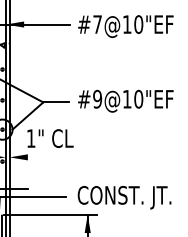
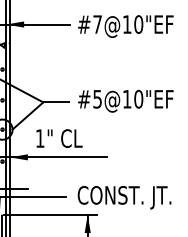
text at (97, 98): #9@10"EF -> #5@10"EF
text at (50, 138) position: (50, 138) -> (59, 138)
line at (54, 157): none -> present
